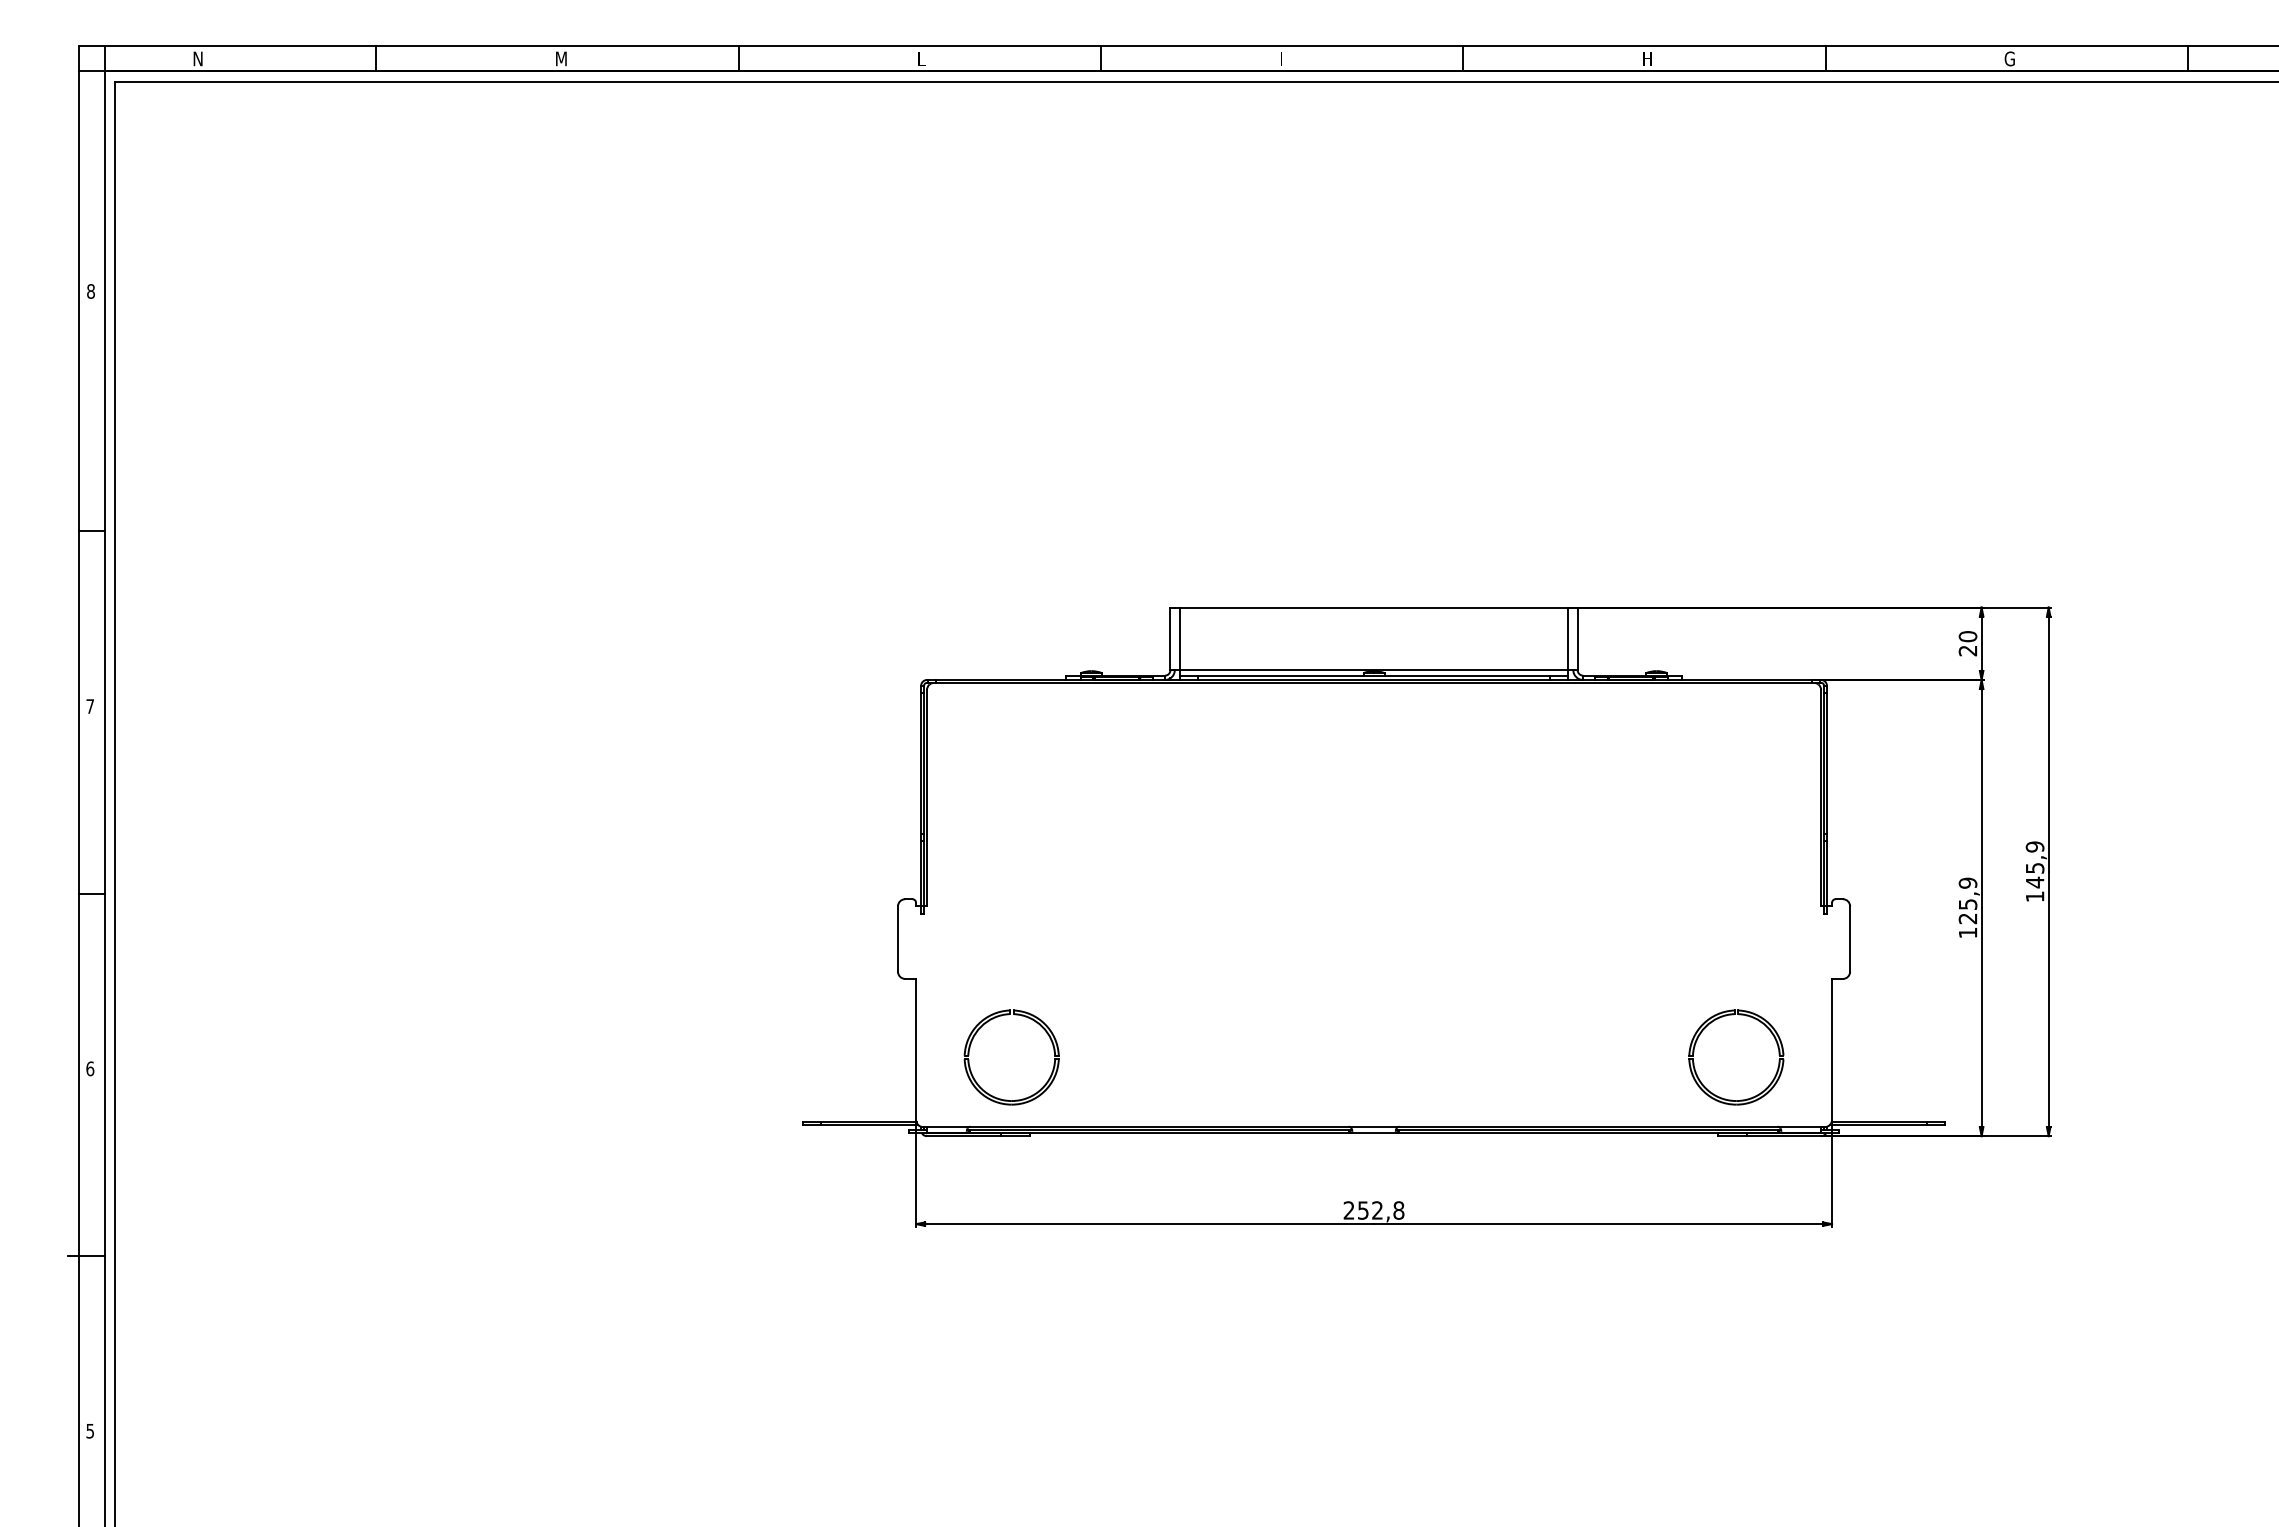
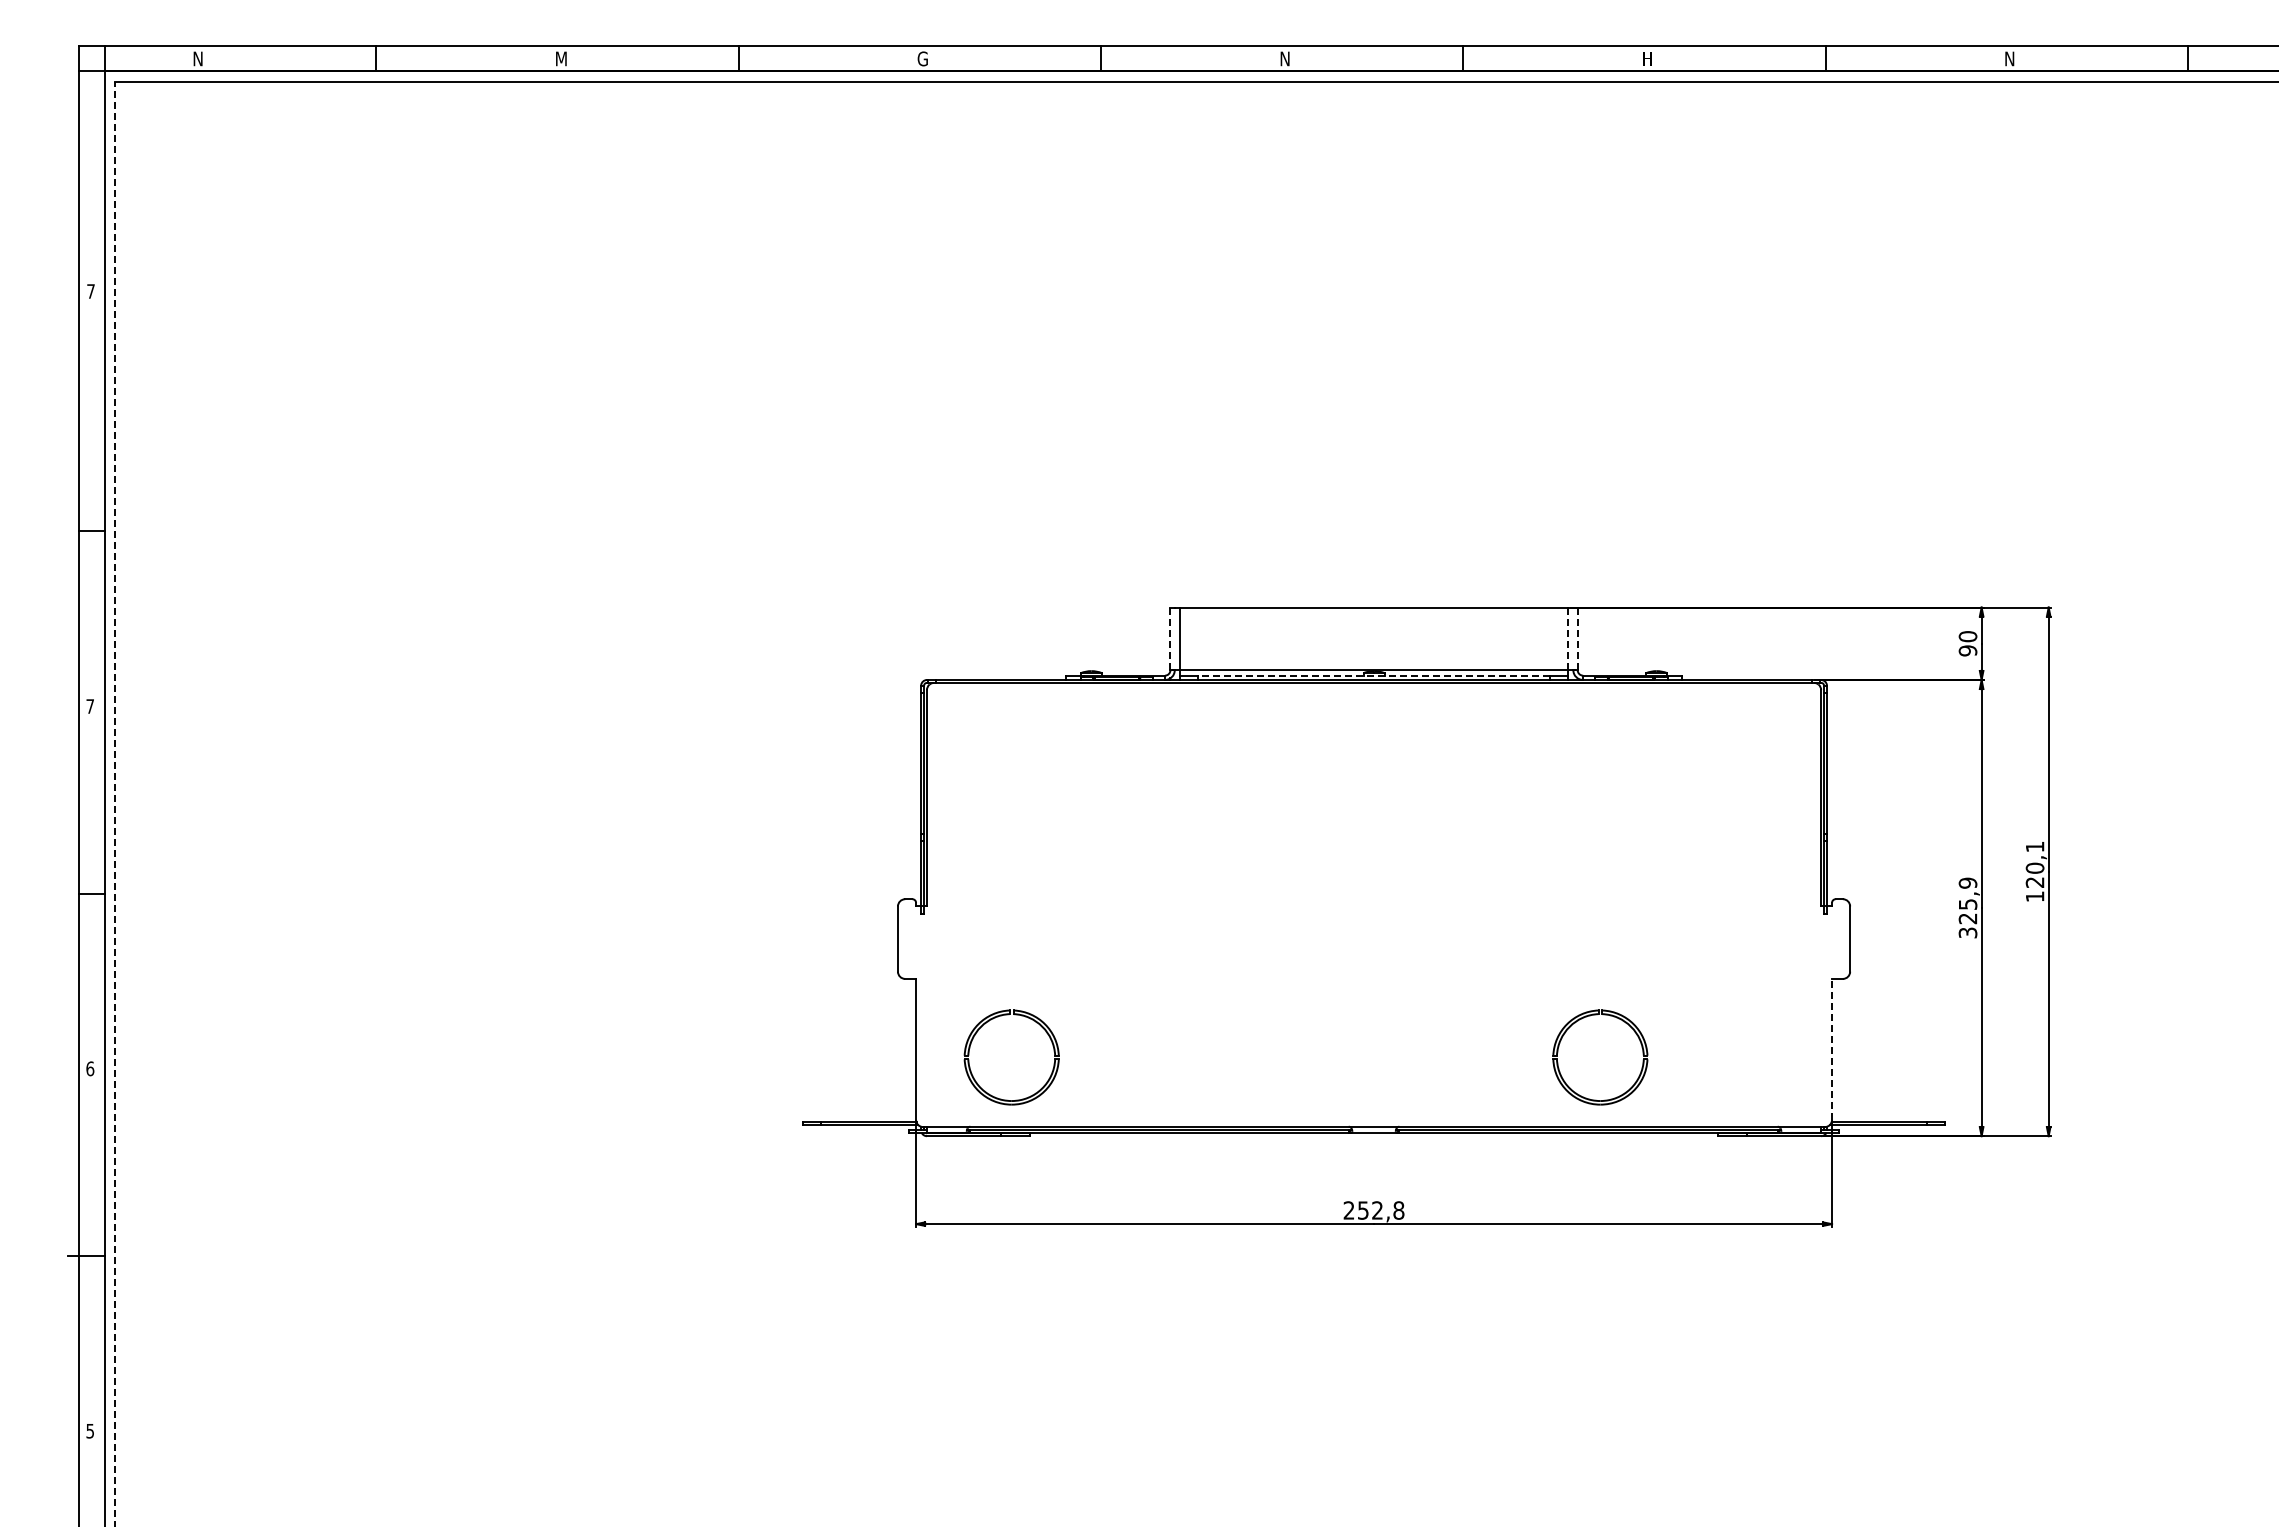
text at (922, 58): L -> G
text at (1284, 58): I -> N
text at (2009, 58): G -> N
text at (90, 291): 8 -> 7
line at (1170, 638): solid -> dashed
line at (1567, 639): solid -> dashed
line at (1577, 639): solid -> dashed
text at (1967, 650): 20 -> 90
line at (1374, 675): solid -> dashed
line at (115, 803): solid -> dashed
text at (2034, 864): 145,9 -> 120,1
text at (1967, 932): 125,9 -> 325,9
part at (1754, 1019) position: (1754, 1019) -> (1618, 1019)
line at (1832, 1048): solid -> dashed
